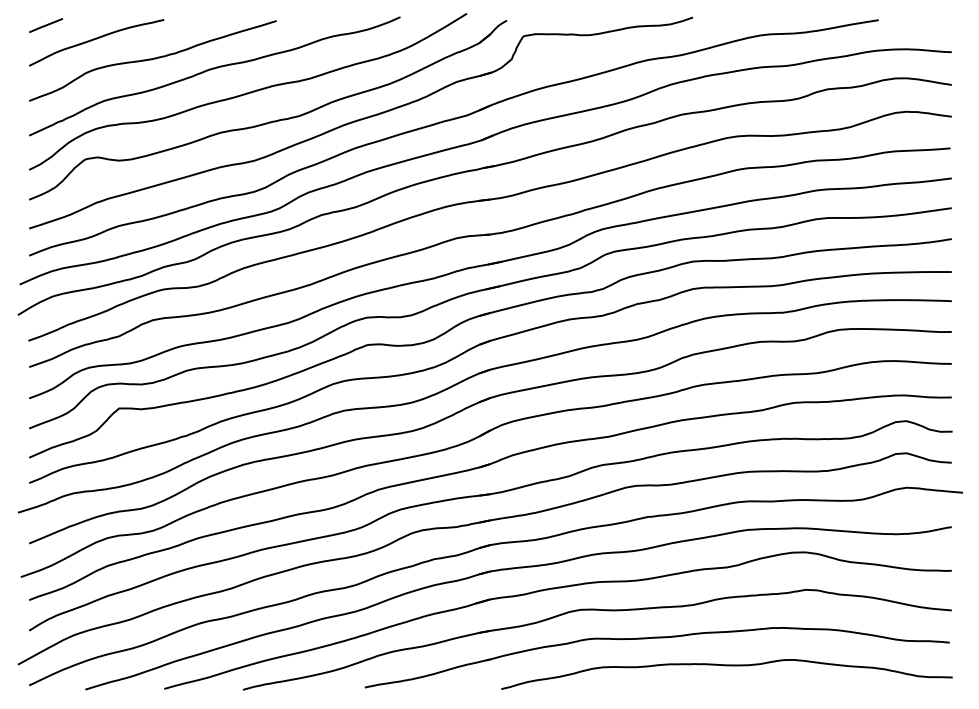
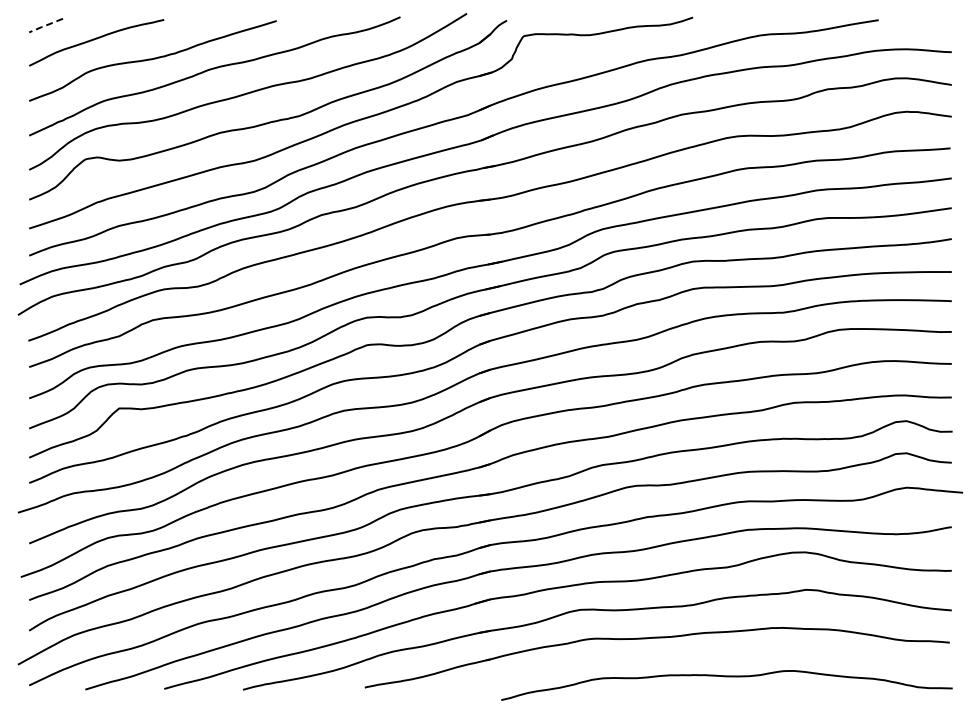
line at (45, 25): solid -> dashed
curve at (726, 666) position: (726, 666) -> (726, 677)
